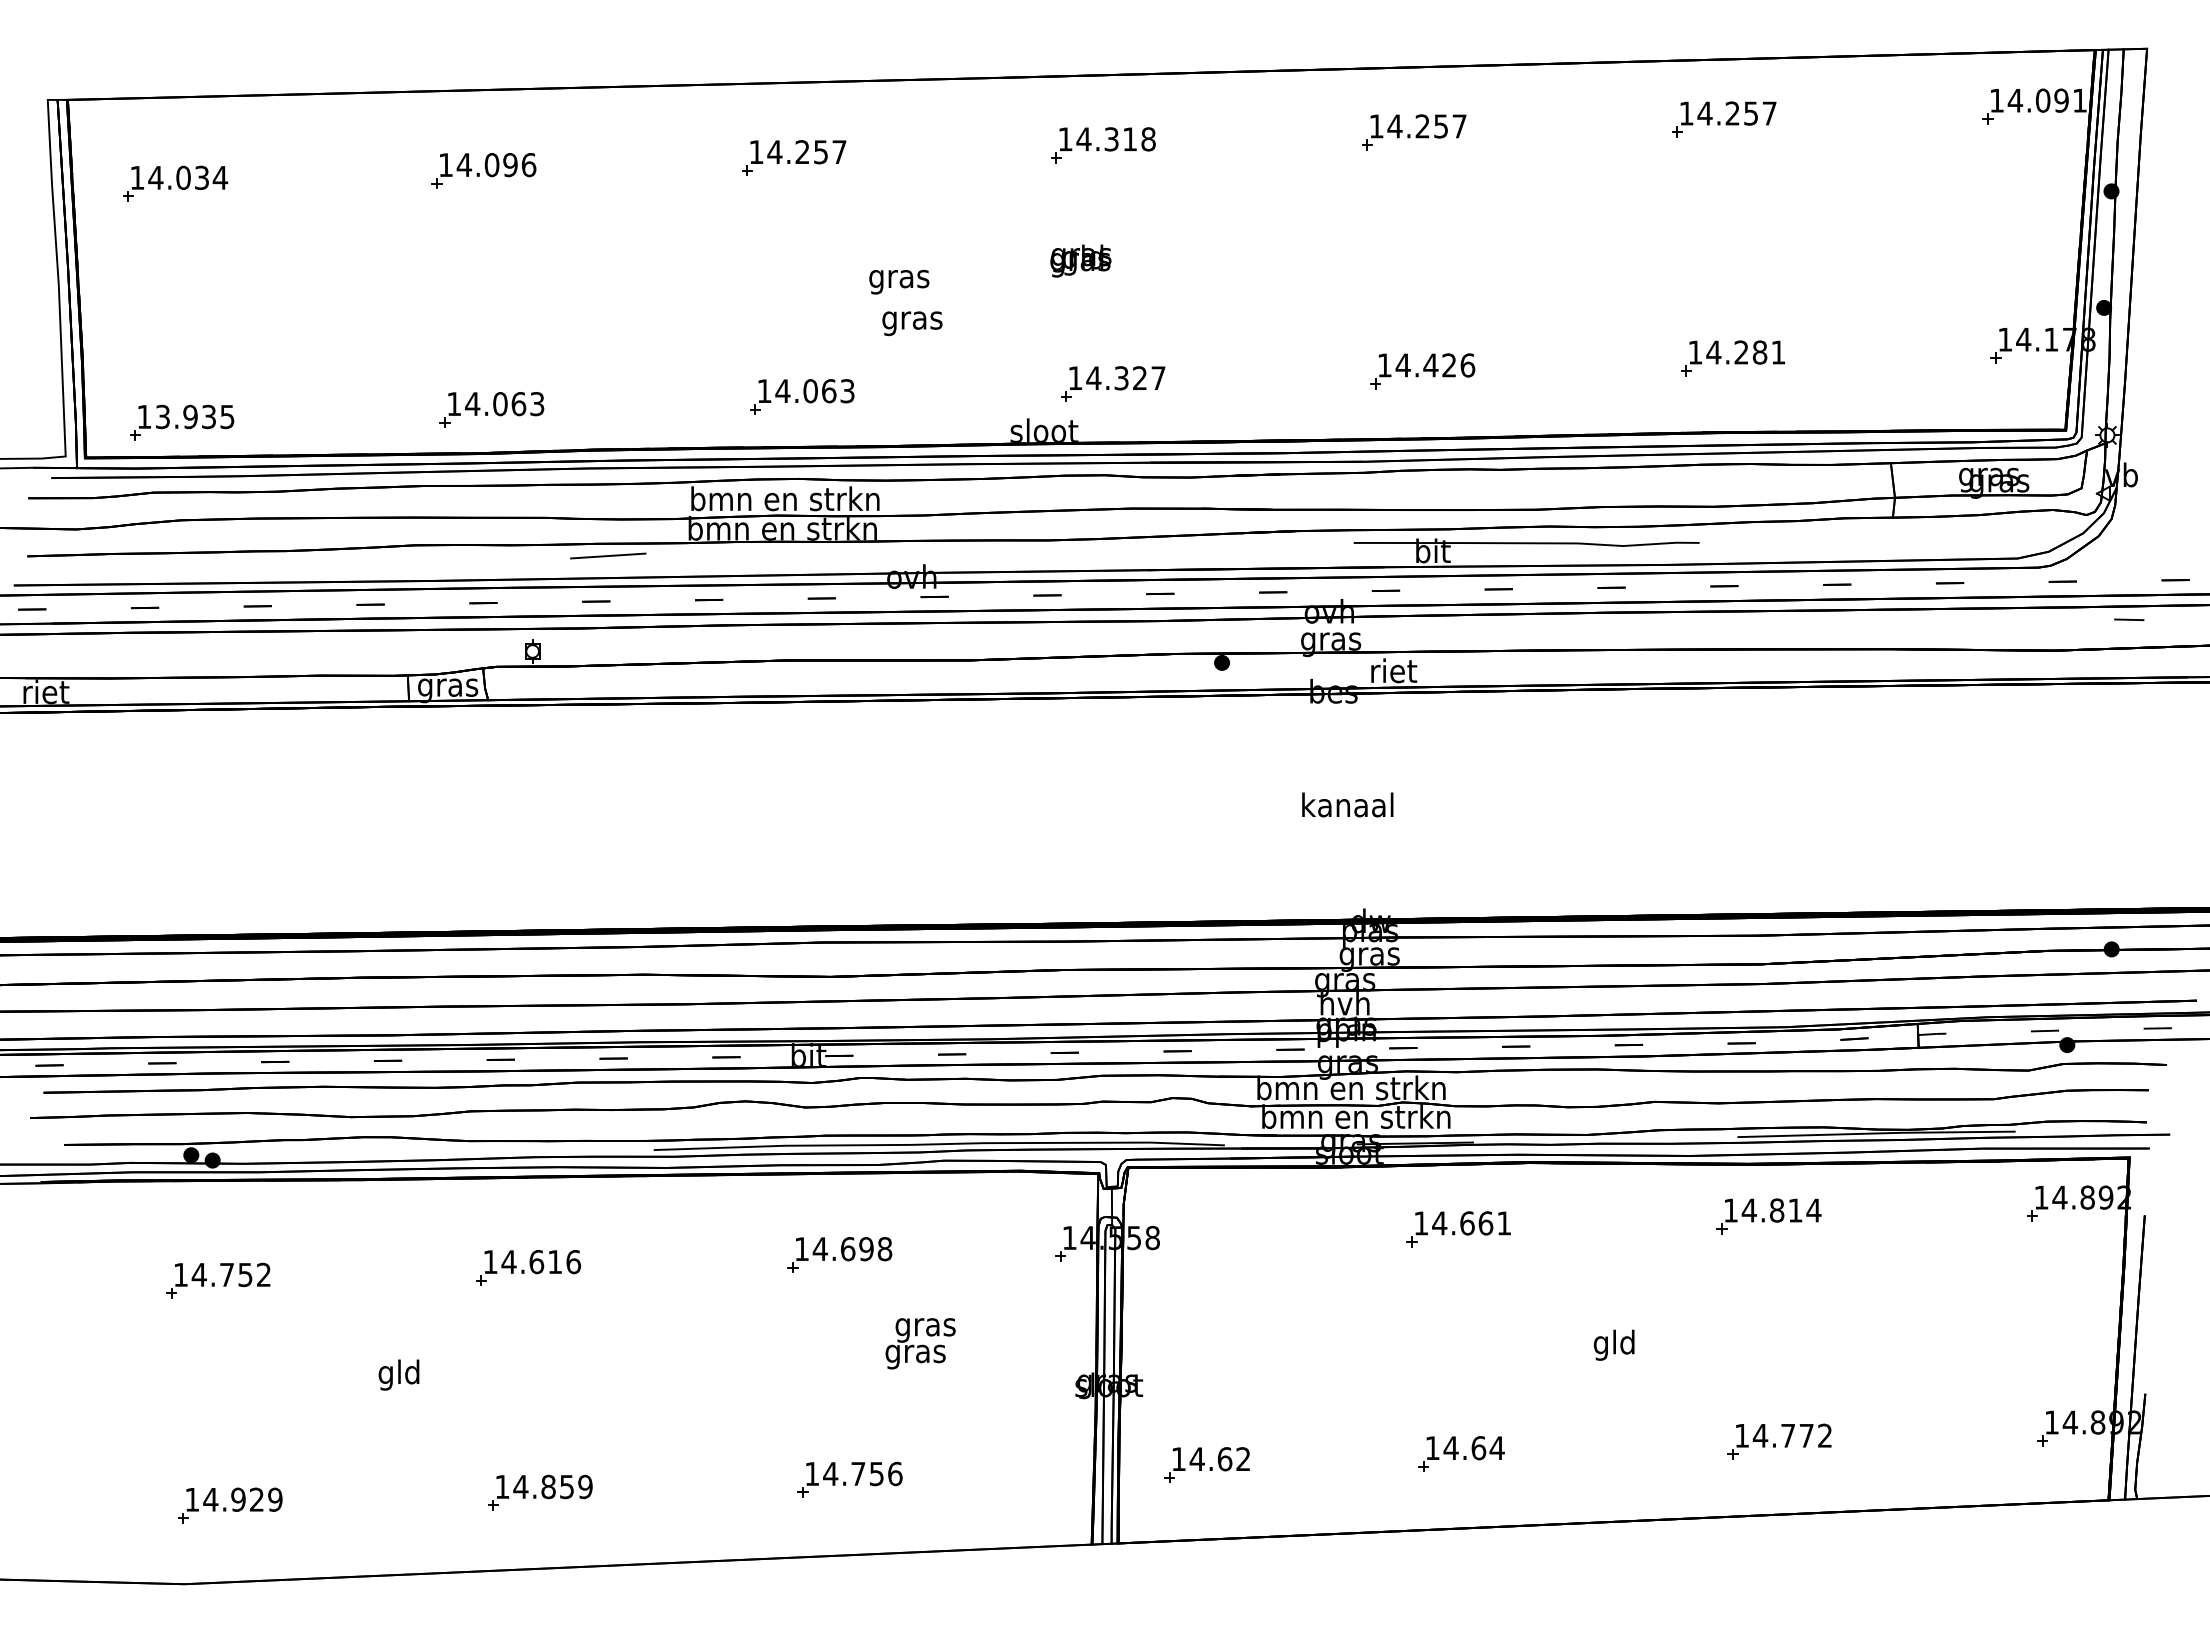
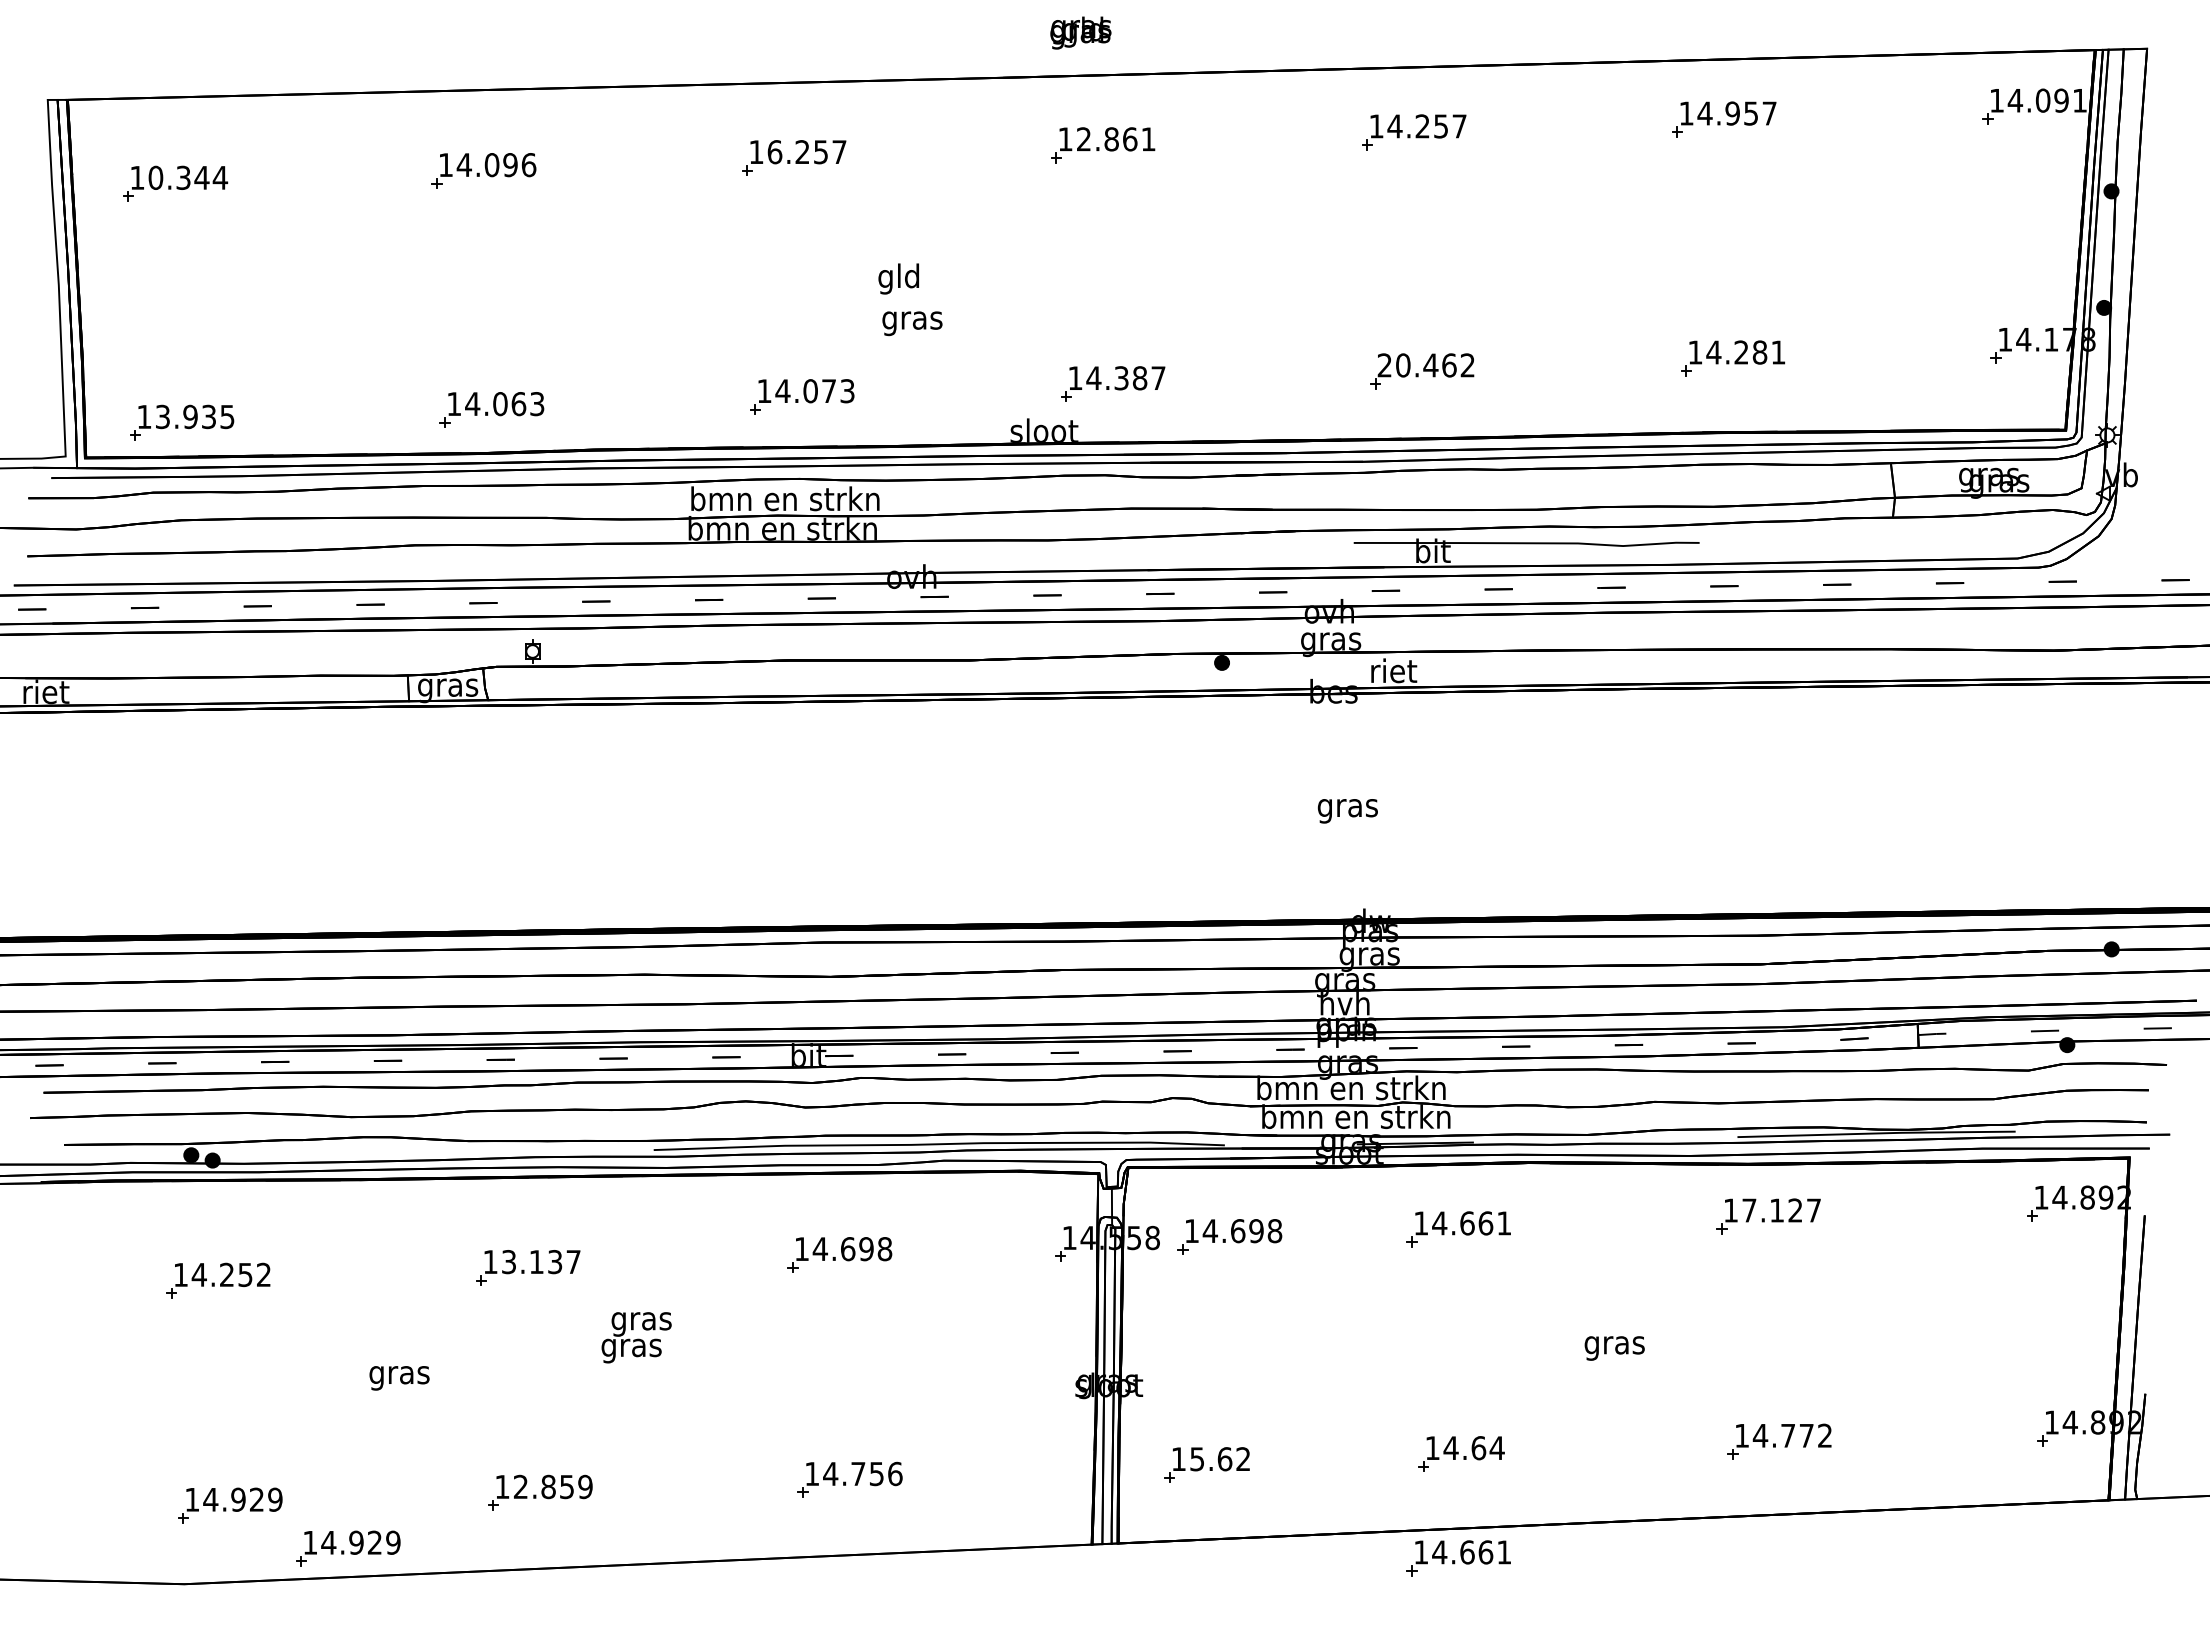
text at (1732, 113): 14.257 -> 14.957
text at (1115, 139): 14.318 -> 12.861
text at (774, 152): 14.257 -> 16.257
text at (178, 177): 14.034 -> 10.344
text at (1080, 260) position: (1080, 260) -> (1080, 32)
text at (899, 278): gras -> gld
text at (1426, 365): 14.426 -> 20.462
text at (1139, 378): 14.327 -> 14.387
text at (829, 391): 14.063 -> 14.073
line at (608, 555): present -> none
line at (2129, 619): present -> none
text at (1347, 807): kanaal -> gras
text at (1781, 1210): 14.814 -> 17.127
part at (1229, 1236): none -> present
text at (541, 1262): 14.616 -> 13.137
text at (226, 1274): 14.752 -> 14.252
text at (920, 1343) position: (920, 1343) -> (636, 1337)
text at (1614, 1344): gld -> gras
text at (399, 1374): gld -> gras
text at (1196, 1459): 14.62 -> 15.62
text at (520, 1486): 14.859 -> 12.859
part at (348, 1548): none -> present
part at (1458, 1558): none -> present
